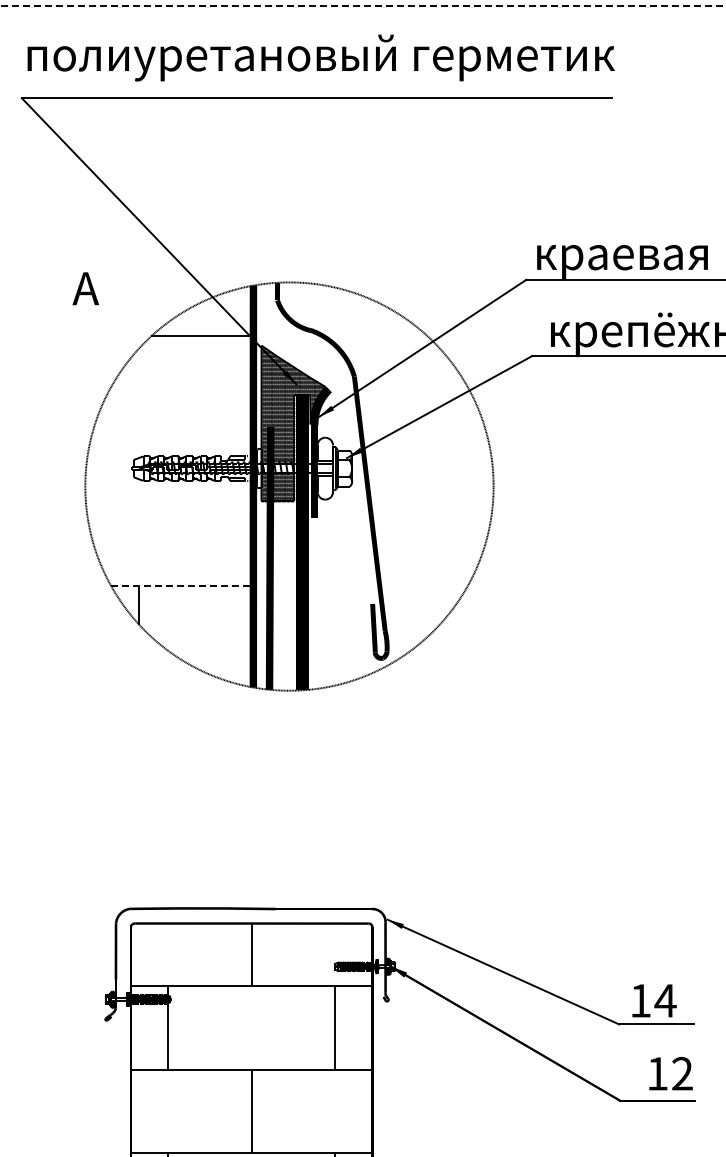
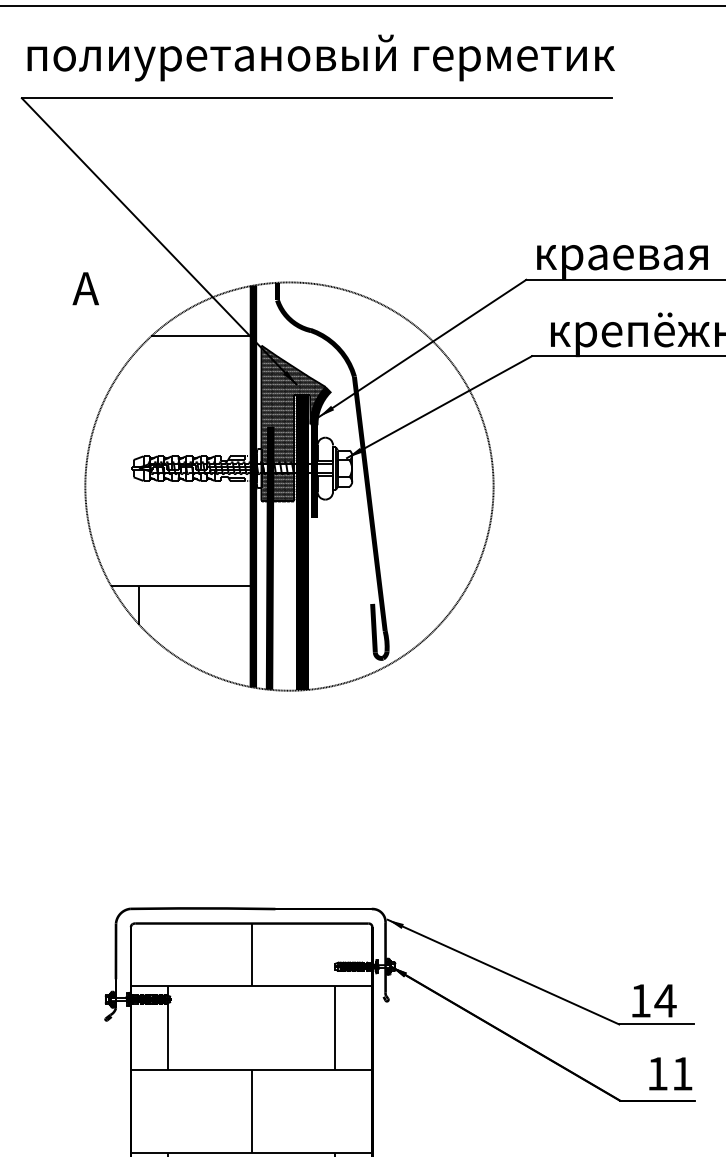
line at (363, 6): dashed -> solid
line at (181, 586): dashed -> solid
text at (682, 1073): 12 -> 11
